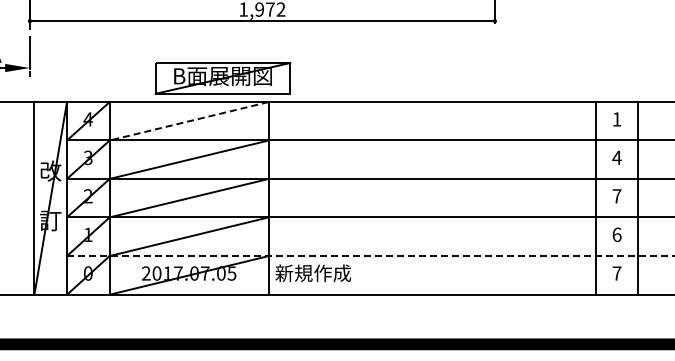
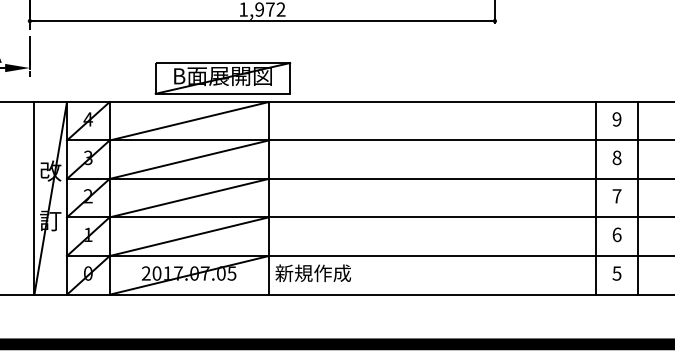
text at (616, 119): 1 -> 9
line at (189, 121): dashed -> solid
text at (616, 157): 4 -> 8
line at (370, 256): dashed -> solid
text at (616, 273): 7 -> 5
